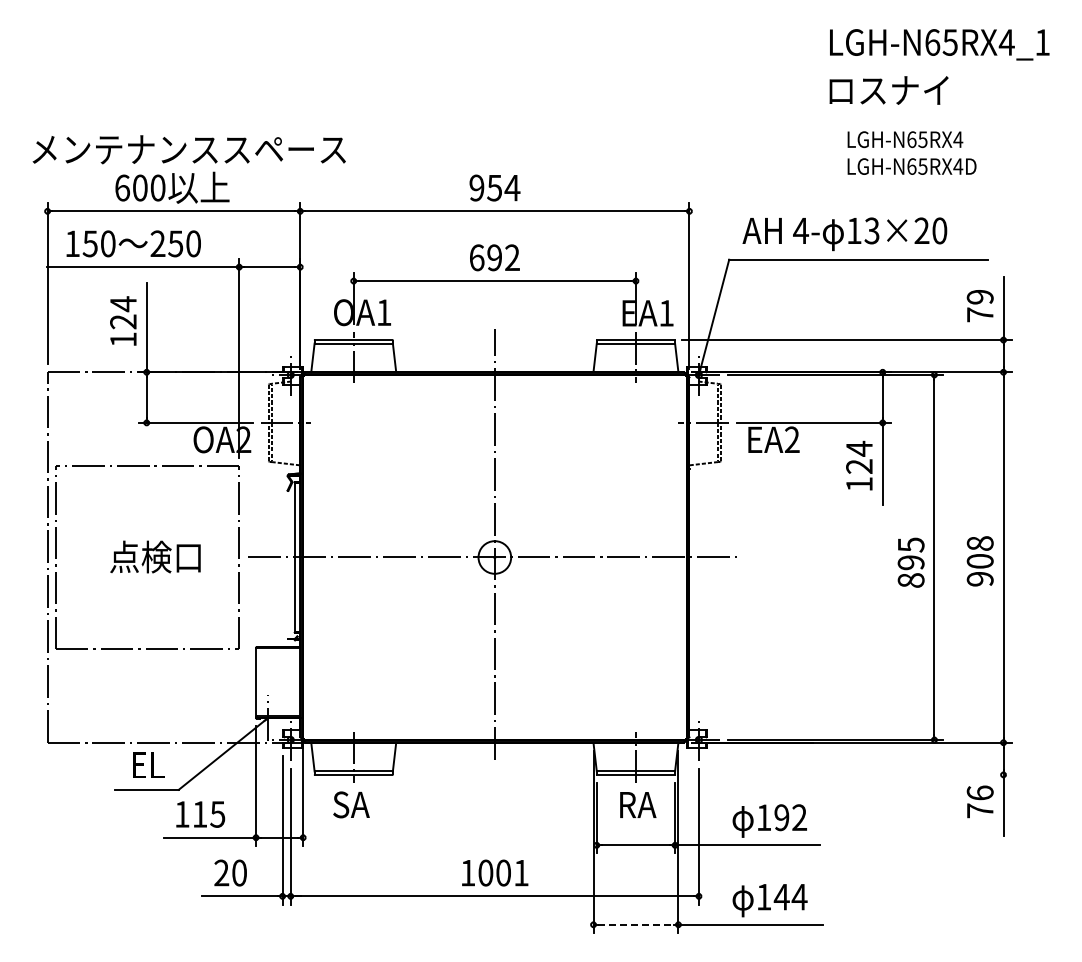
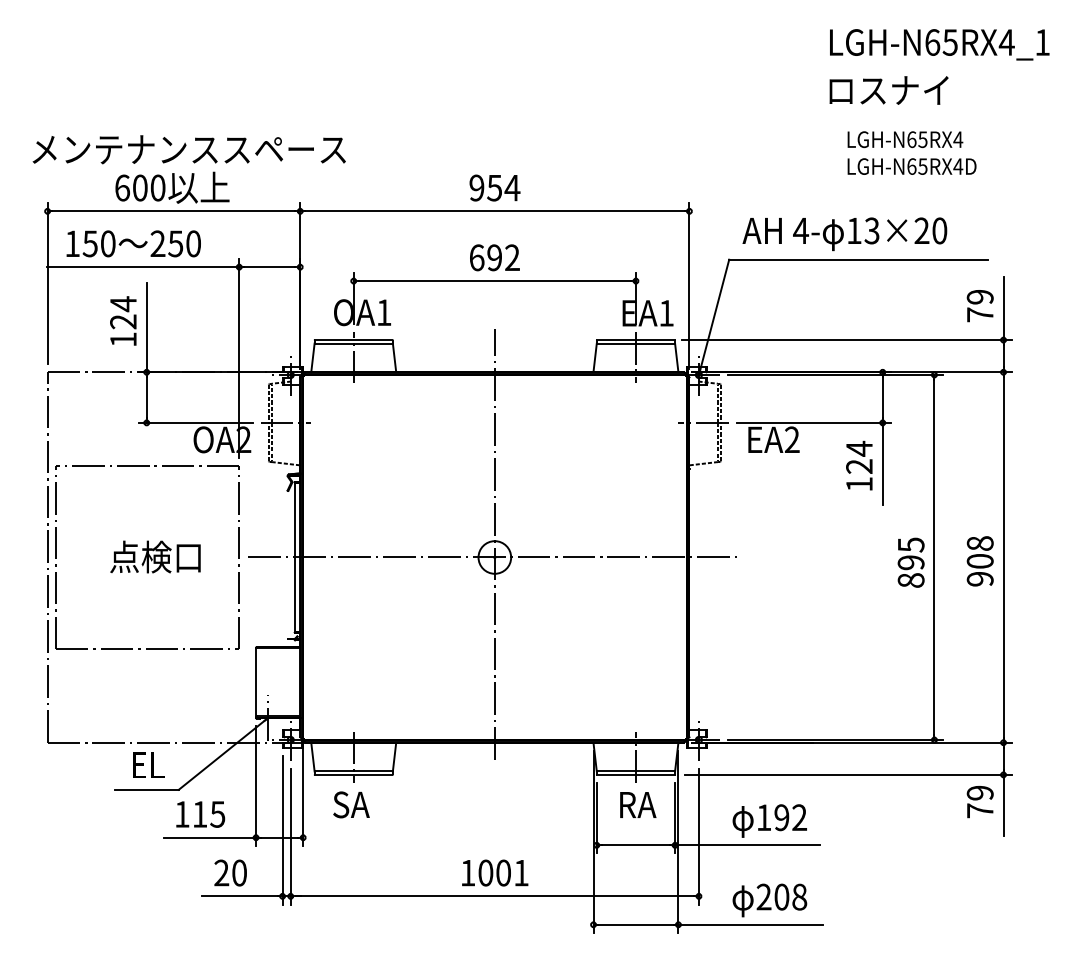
line at (848, 774): none -> present
text at (979, 792): 76 -> 79
text at (781, 896): 144 -> 208
line at (635, 924): dashed -> solid
